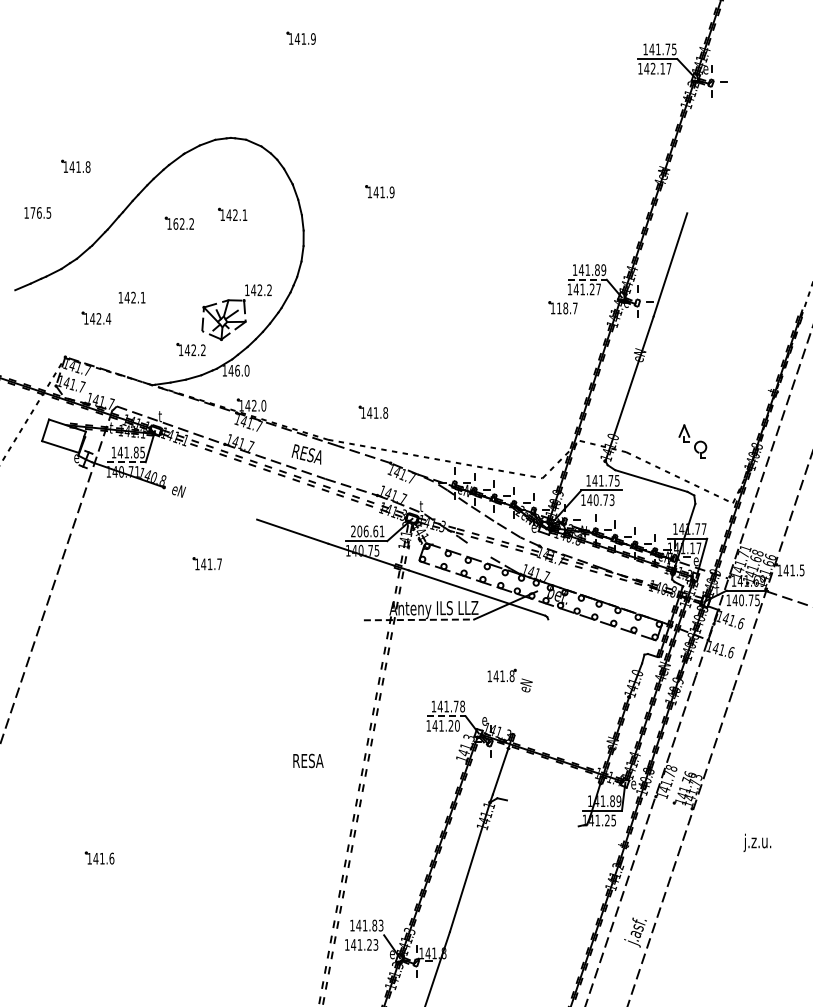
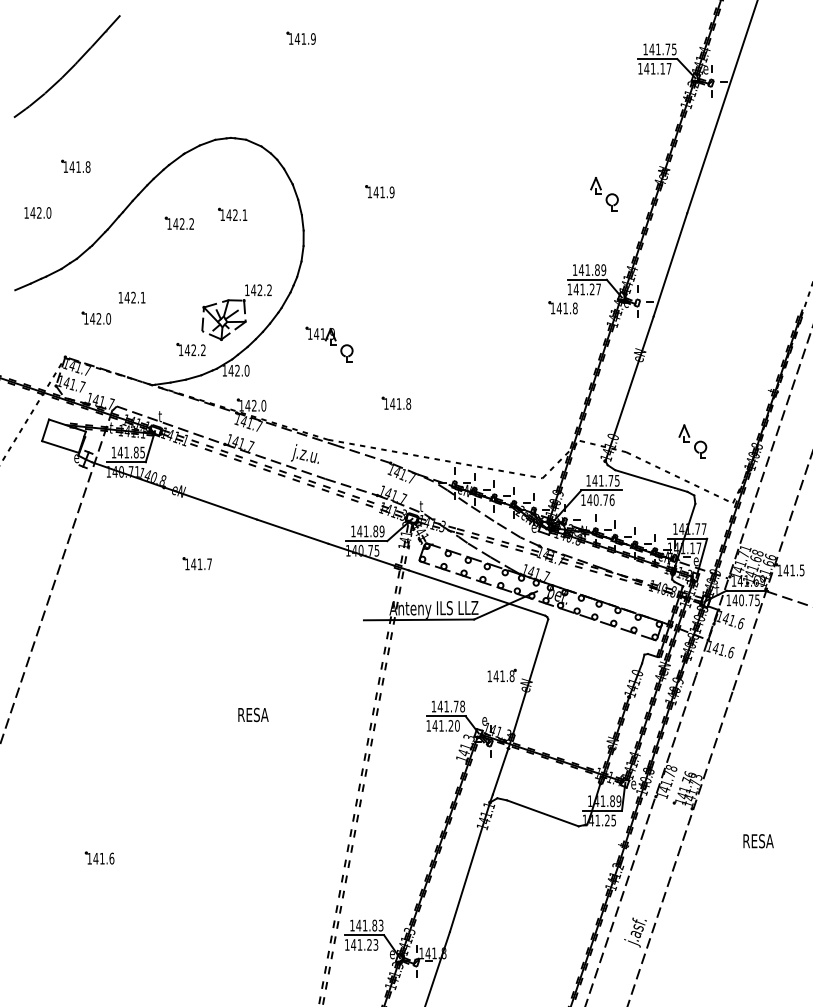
part at (66, 66): none -> present
text at (652, 68): 142.17 -> 141.17
line at (722, 107): none -> present
part at (604, 194): none -> present
text at (40, 212): 176.5 -> 142.0
text at (175, 223): 162.2 -> 142.2
line at (587, 279): dashed -> solid
text at (566, 308): 118.7 -> 141.8
text at (108, 318): 142.4 -> 142.0
part at (329, 344): none -> present
text at (237, 370): 146.0 -> 142.0
part at (373, 411) position: (373, 411) -> (396, 402)
text at (305, 454): RESA -> j.z.u.
line at (126, 462): dashed -> solid
text at (611, 500): 140.73 -> 140.76
line at (210, 503): none -> present
text at (367, 531): 206.61 -> 141.89
line at (479, 550): none -> present
part at (206, 563) position: (206, 563) -> (196, 563)
line at (419, 619): dashed -> solid
line at (530, 676): none -> present
line at (446, 716): dashed -> solid
text at (308, 760) position: (308, 760) -> (253, 714)
line at (542, 813): none -> present
text at (758, 842): j.z.u. -> RESA
line at (364, 935): none -> present
